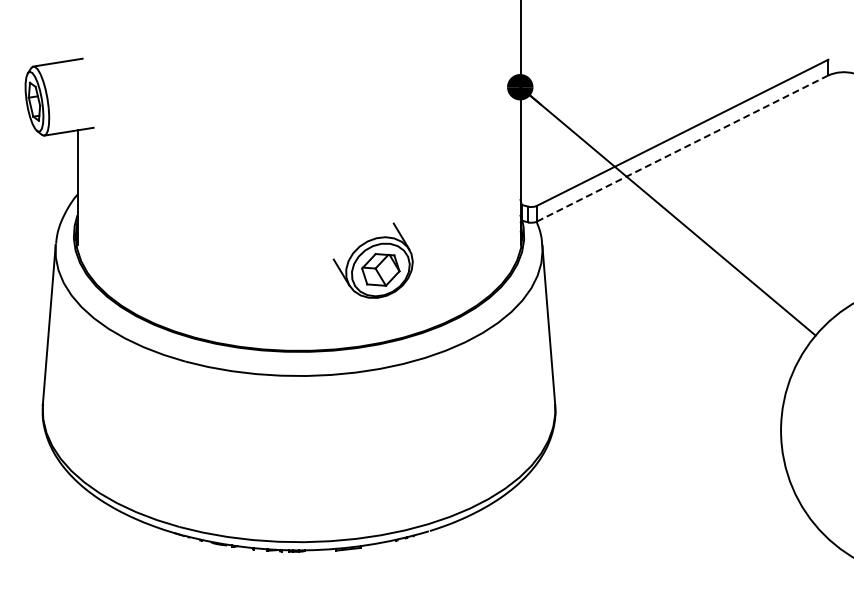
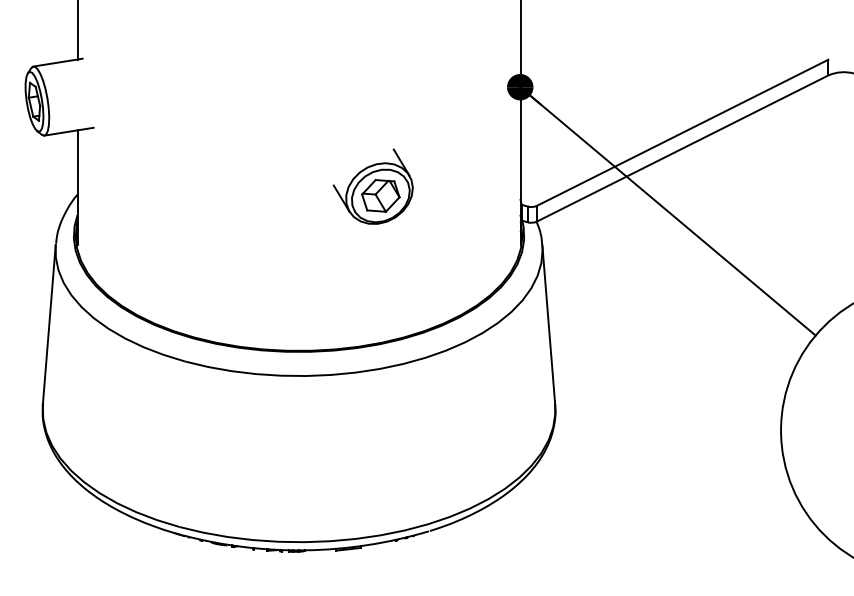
line at (77, 30): none -> present
line at (682, 148): dashed -> solid
part at (372, 260) position: (372, 260) -> (372, 186)
